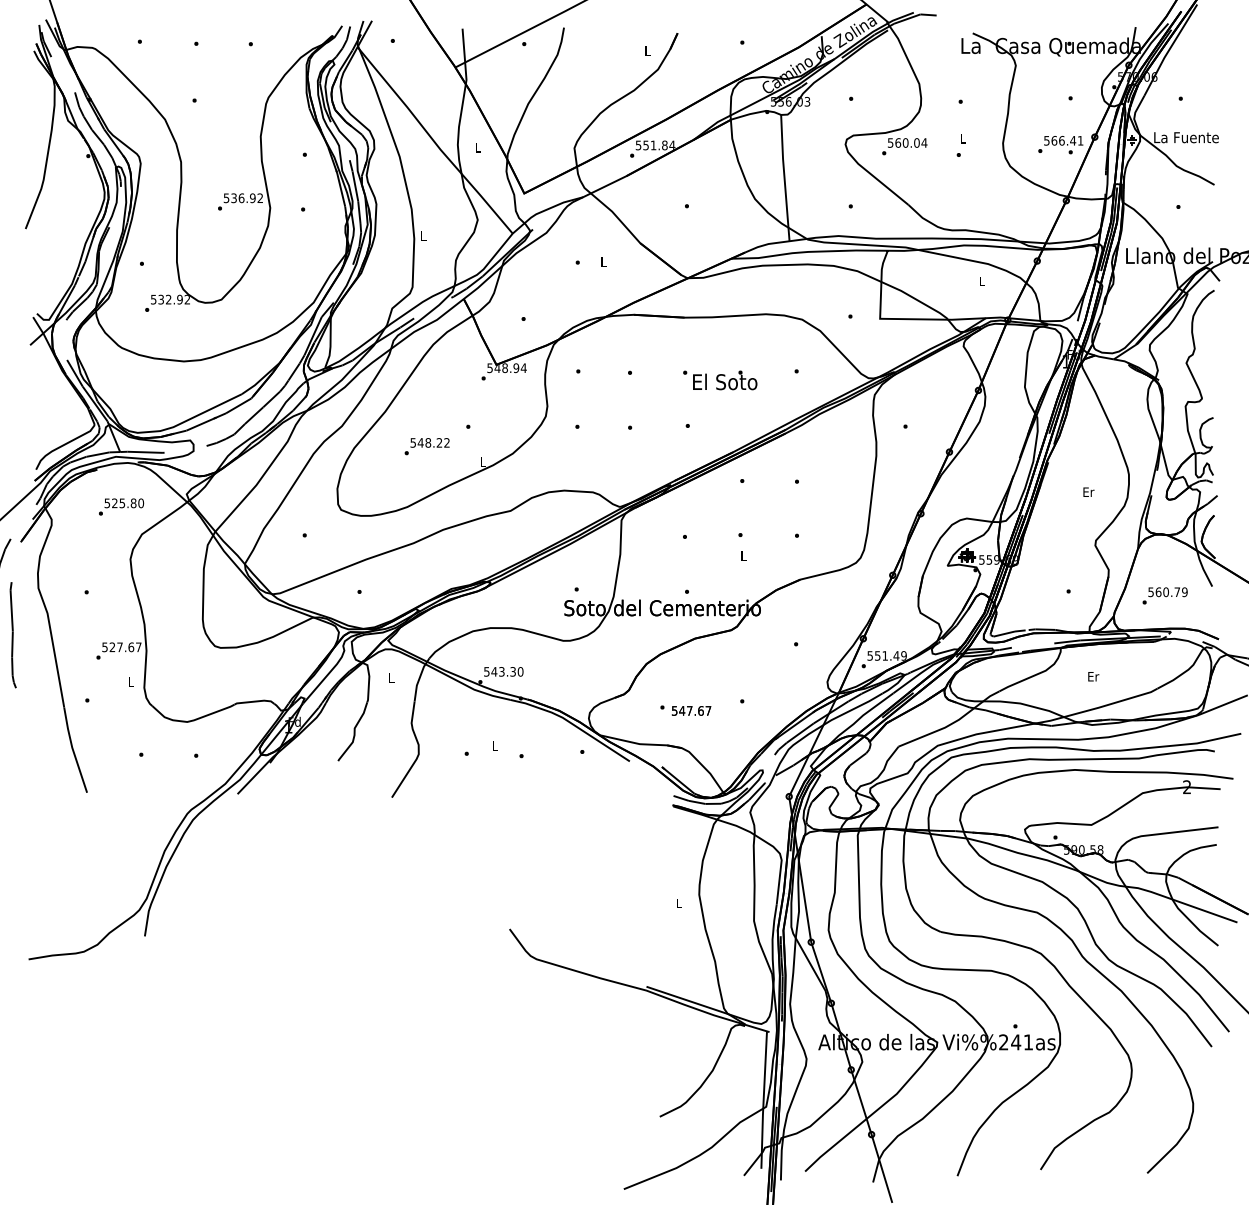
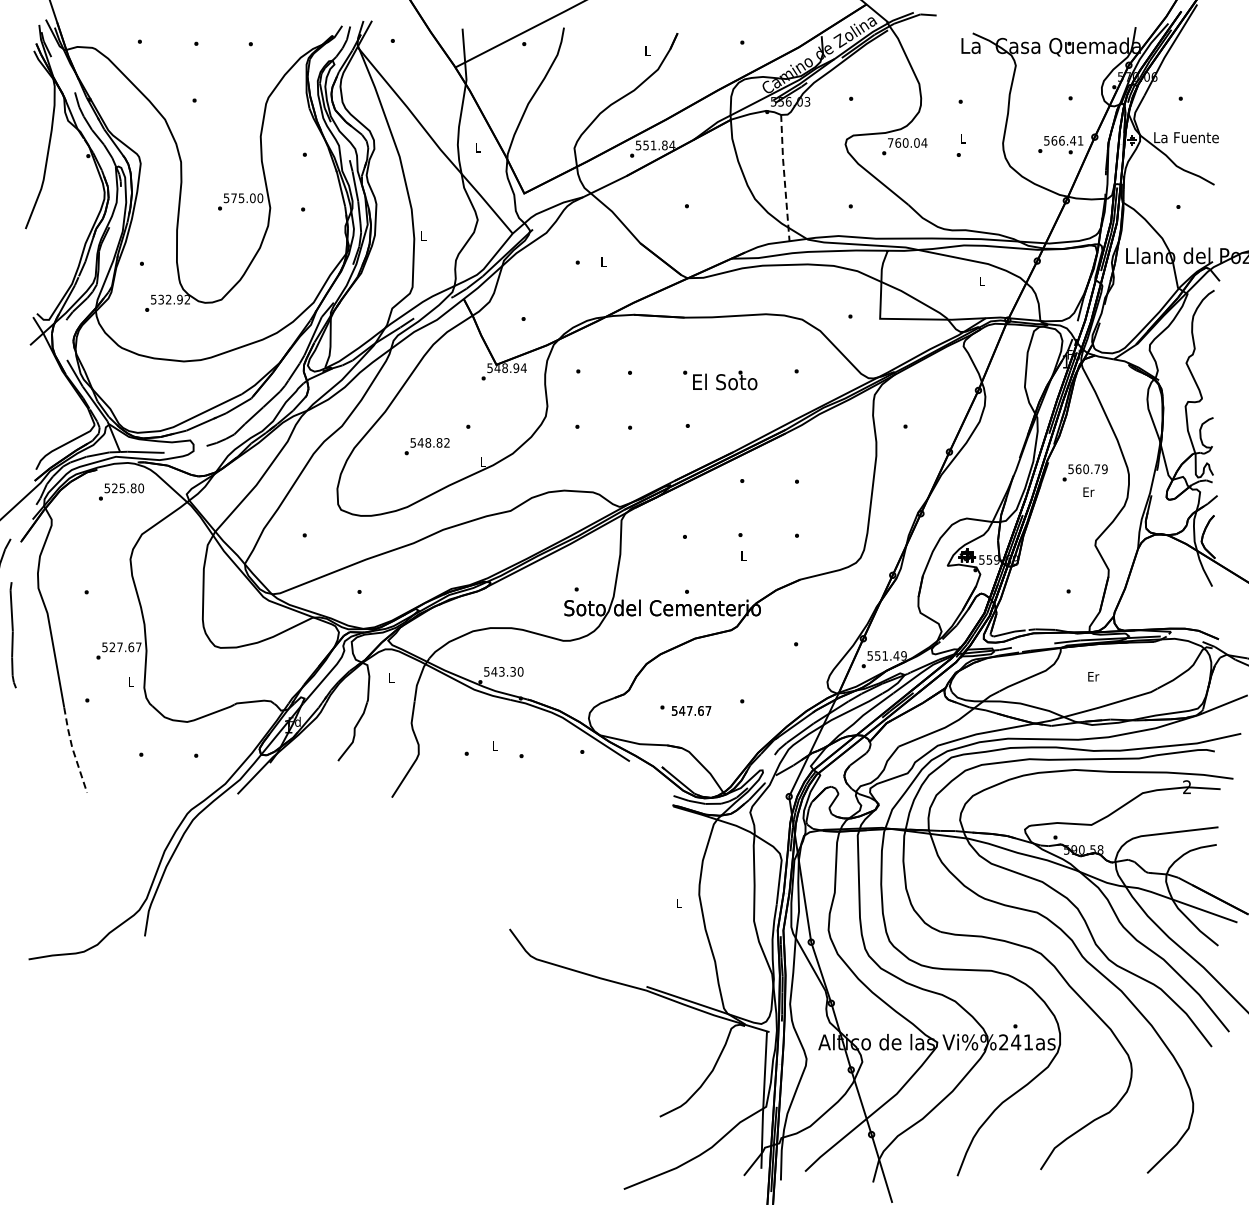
text at (890, 142): 560.04 -> 760.04
line at (784, 177): solid -> dashed
text at (247, 198): 536.92 -> 575.00
text at (439, 442): 548.22 -> 548.82
text at (121, 506) position: (121, 506) -> (121, 491)
text at (1164, 595) position: (1164, 595) -> (1084, 472)
line at (72, 749): solid -> dashed
